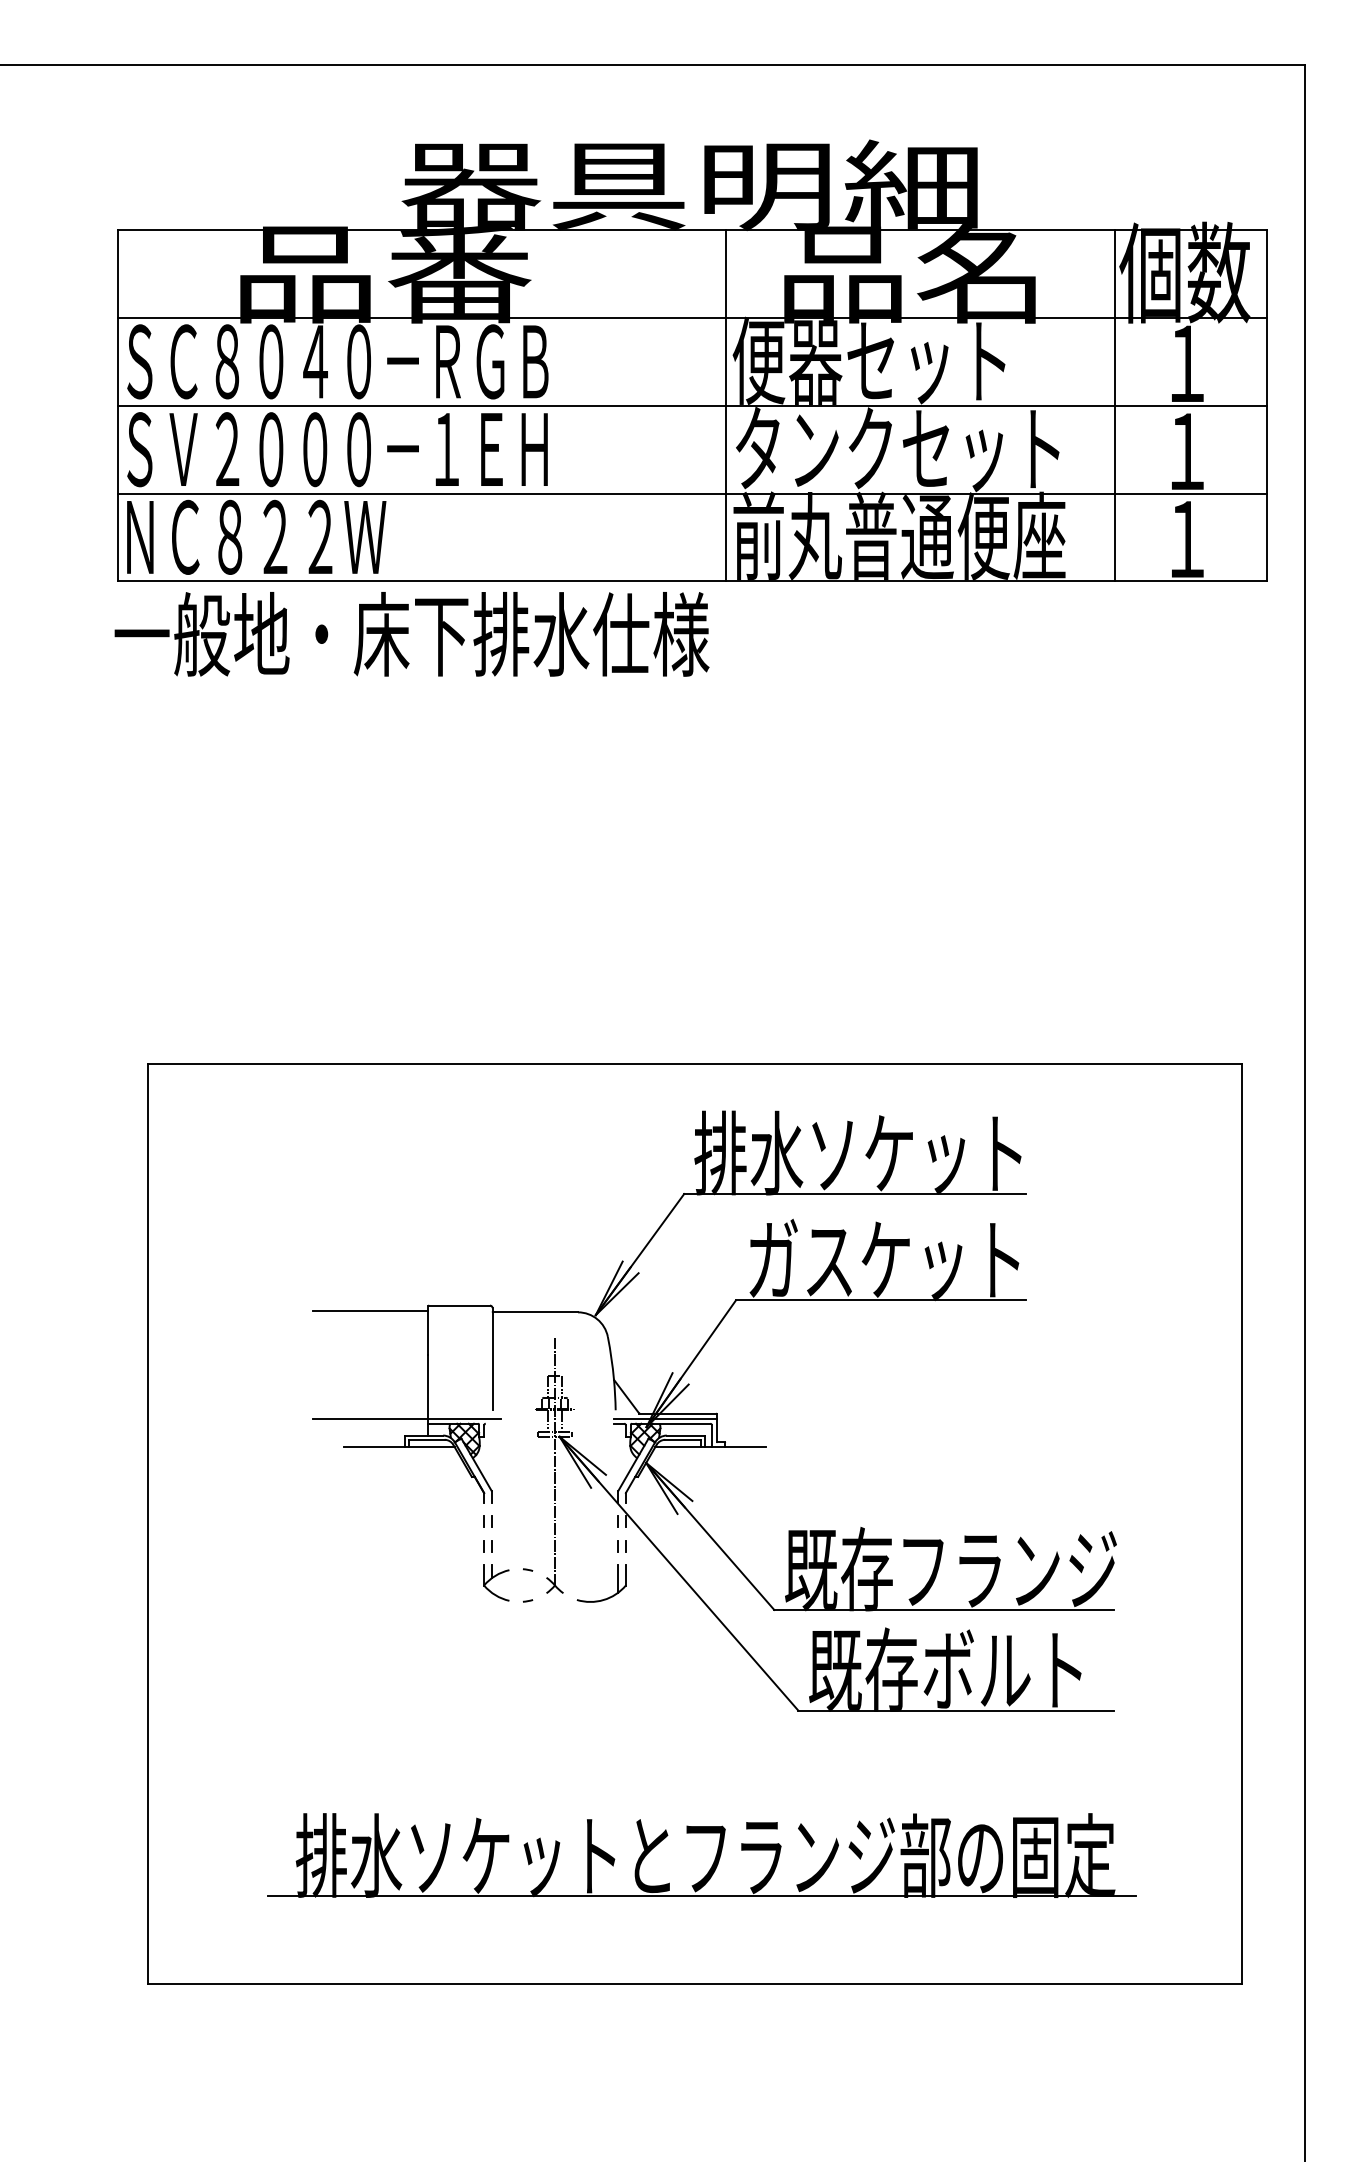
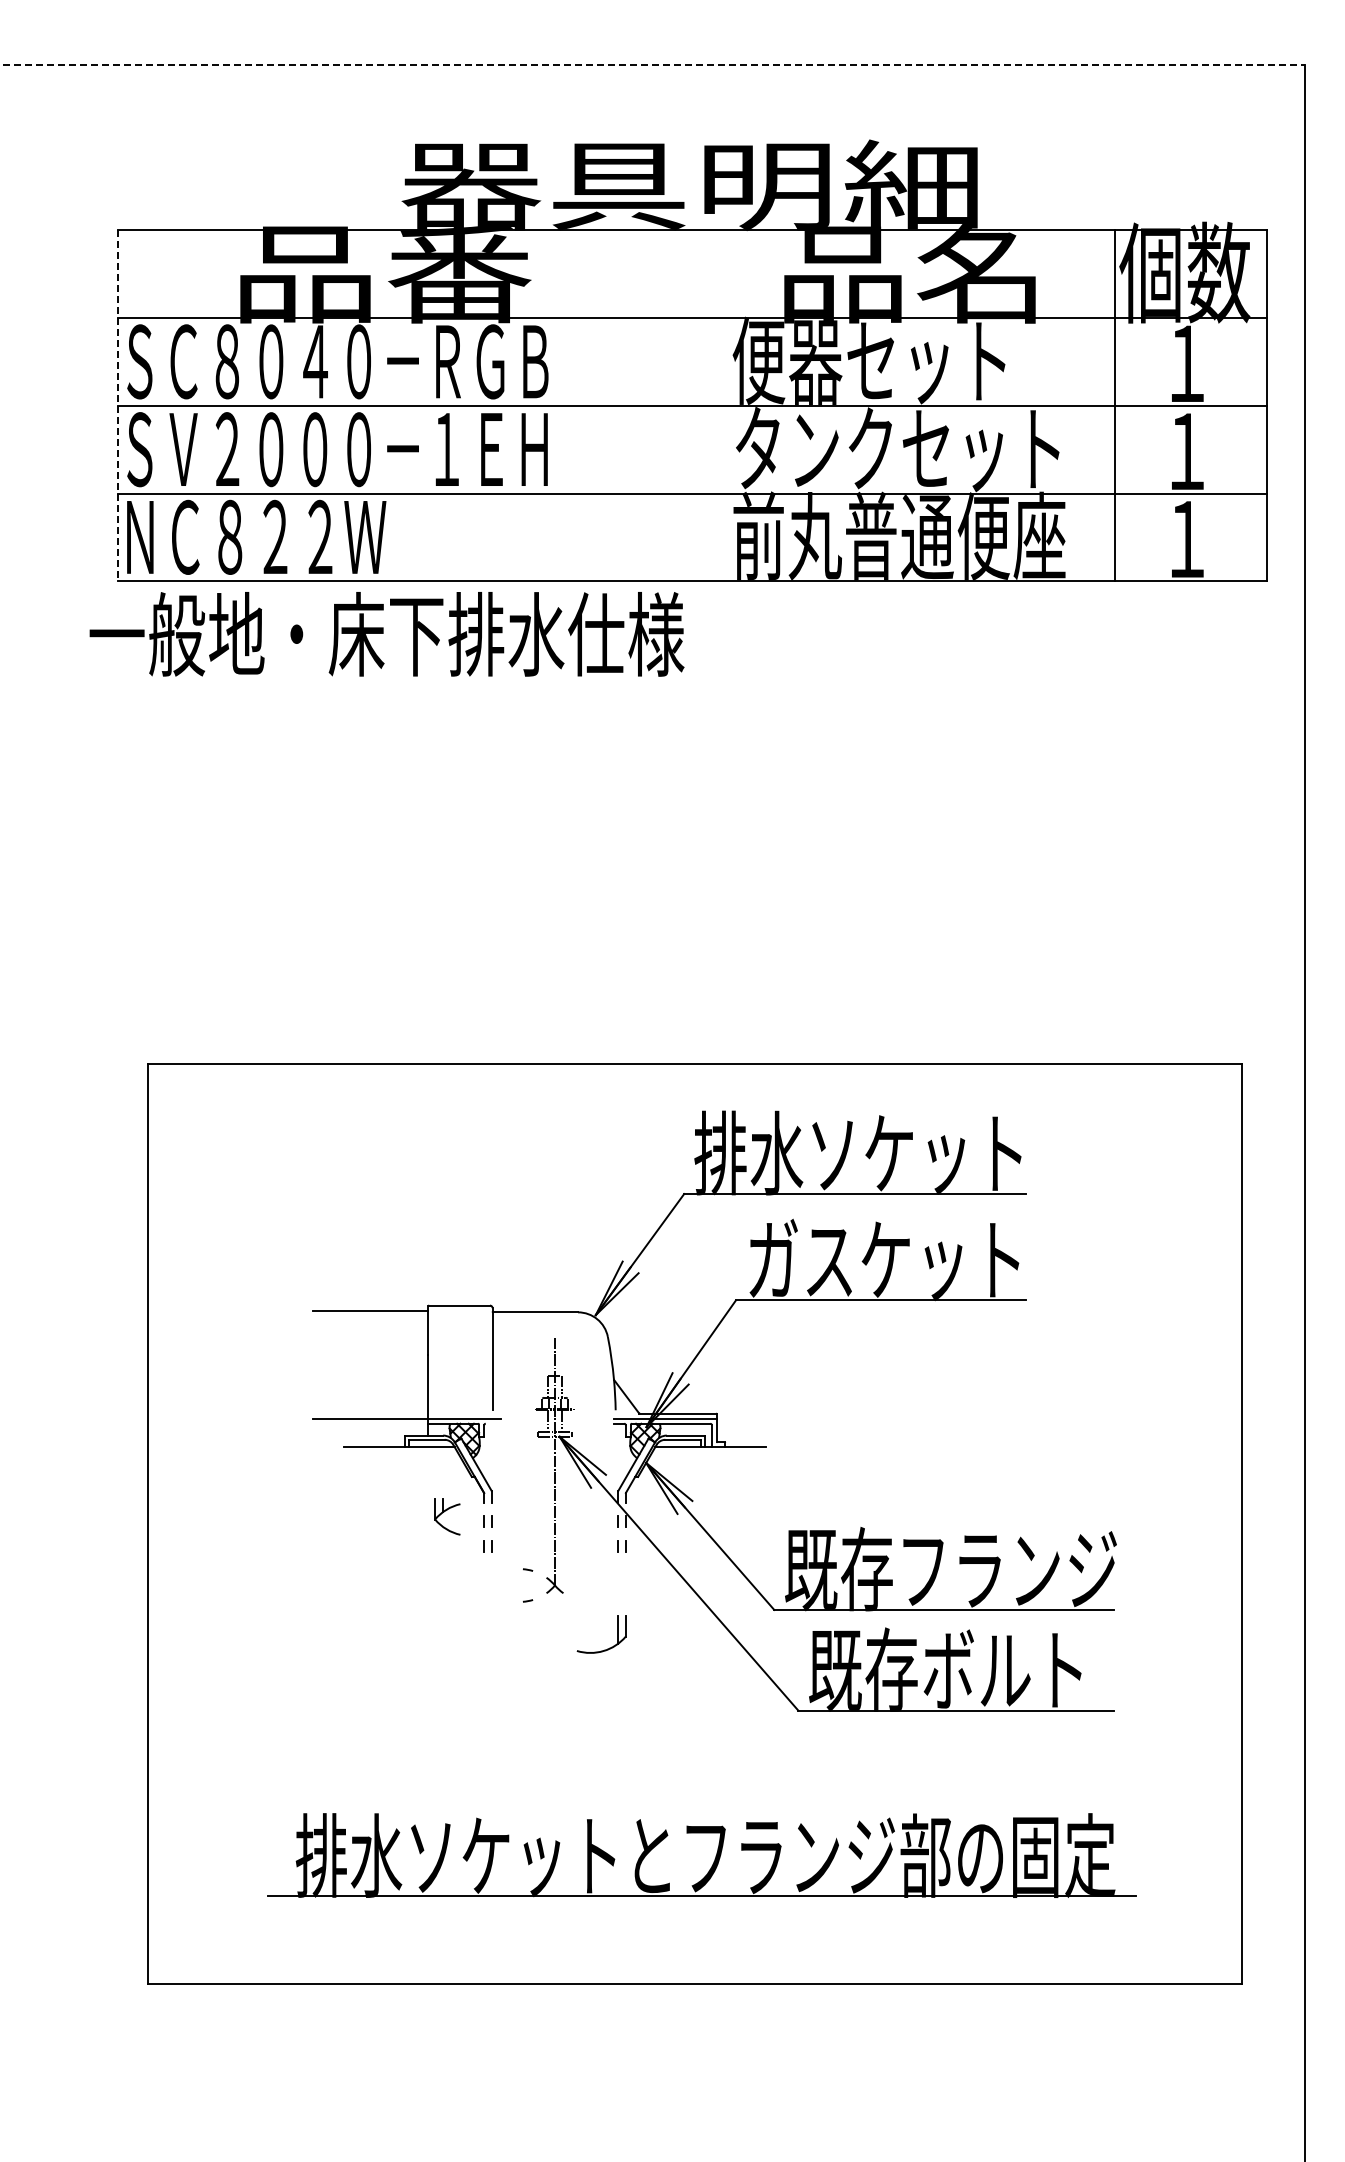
line at (652, 64): solid -> dashed
line at (117, 405): solid -> dashed
line at (725, 405): present -> none
text at (411, 634) position: (411, 634) -> (386, 634)
part at (496, 1582) position: (496, 1582) -> (447, 1516)
part at (607, 1597) position: (607, 1597) -> (607, 1648)
